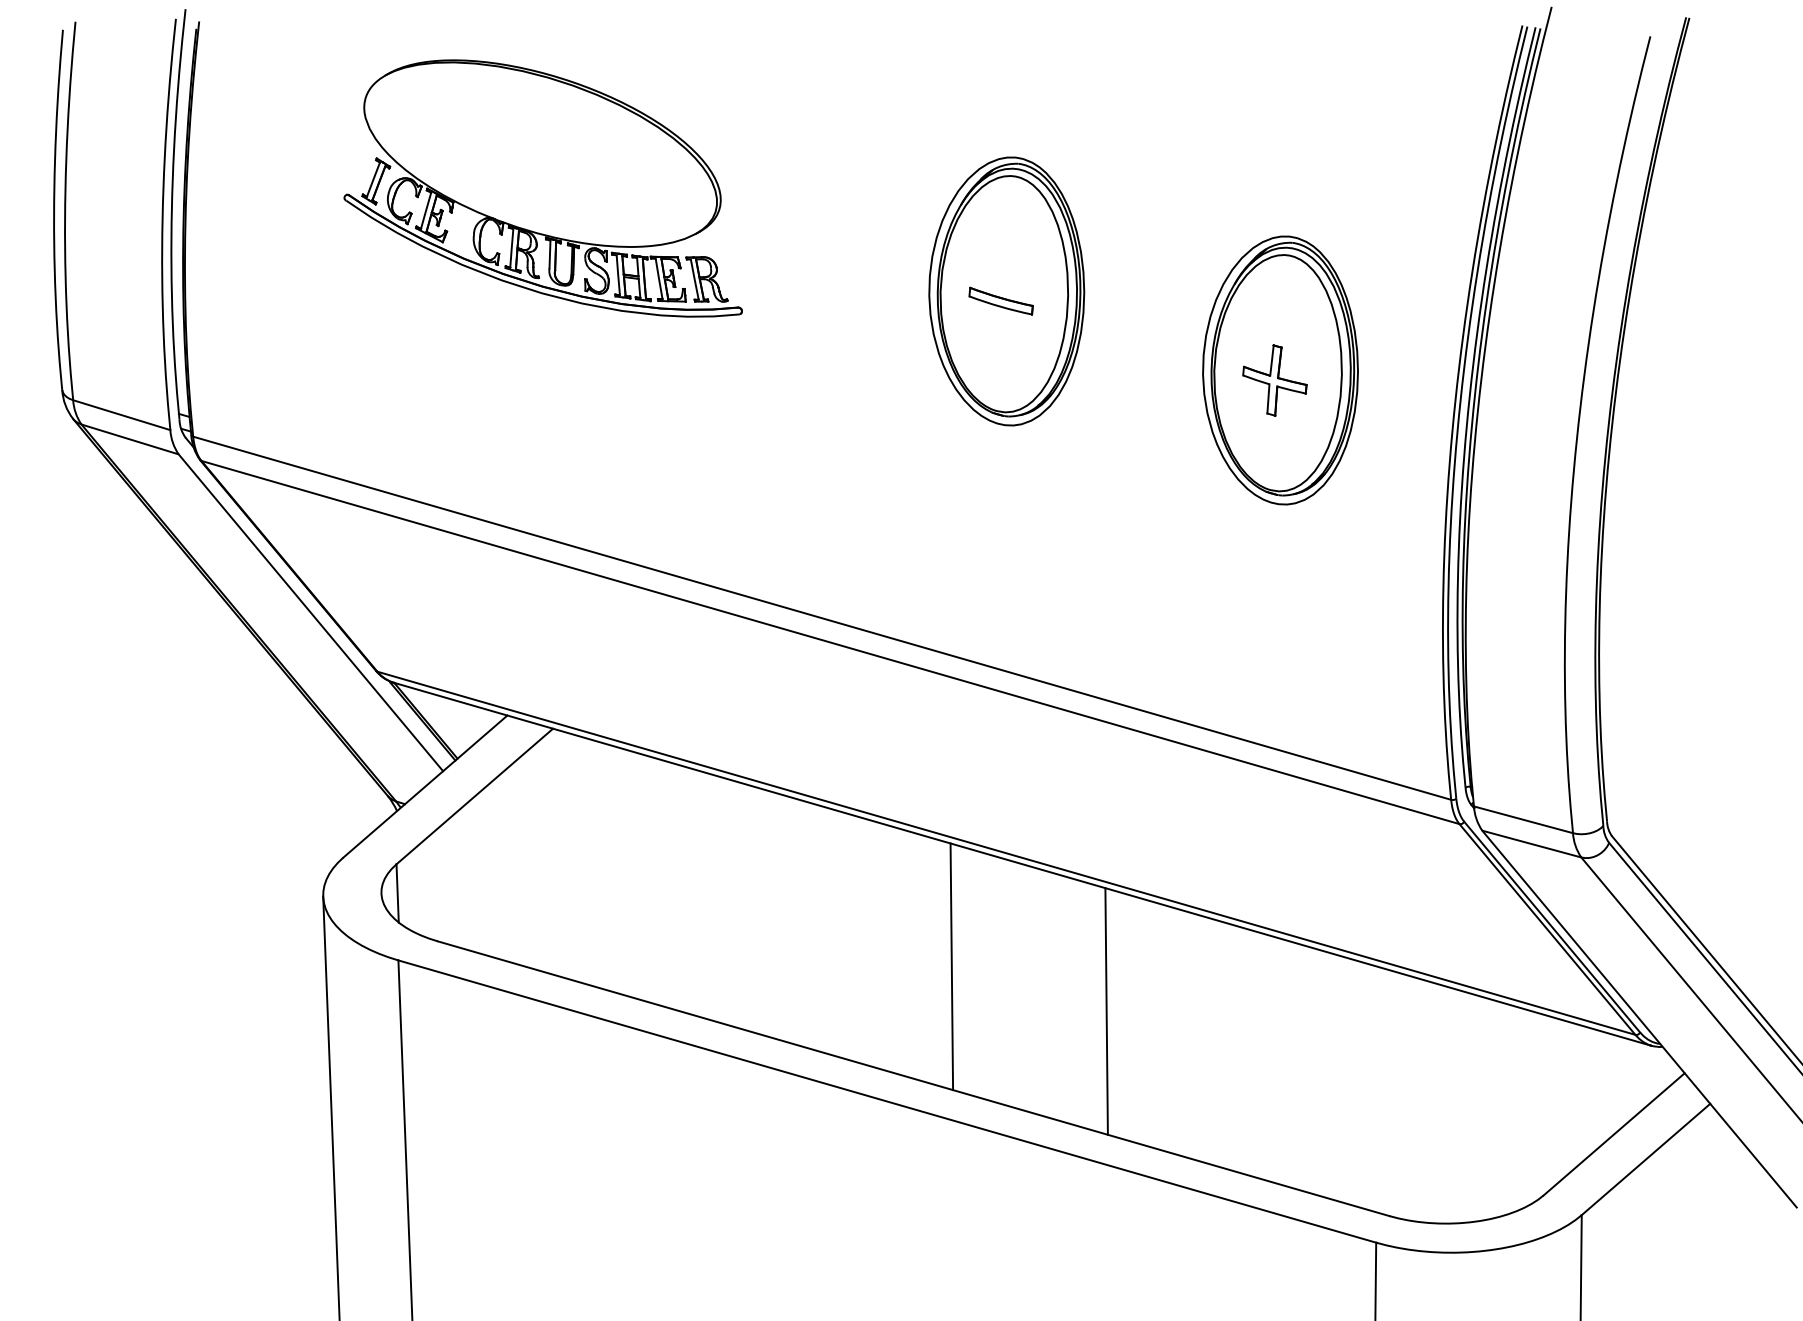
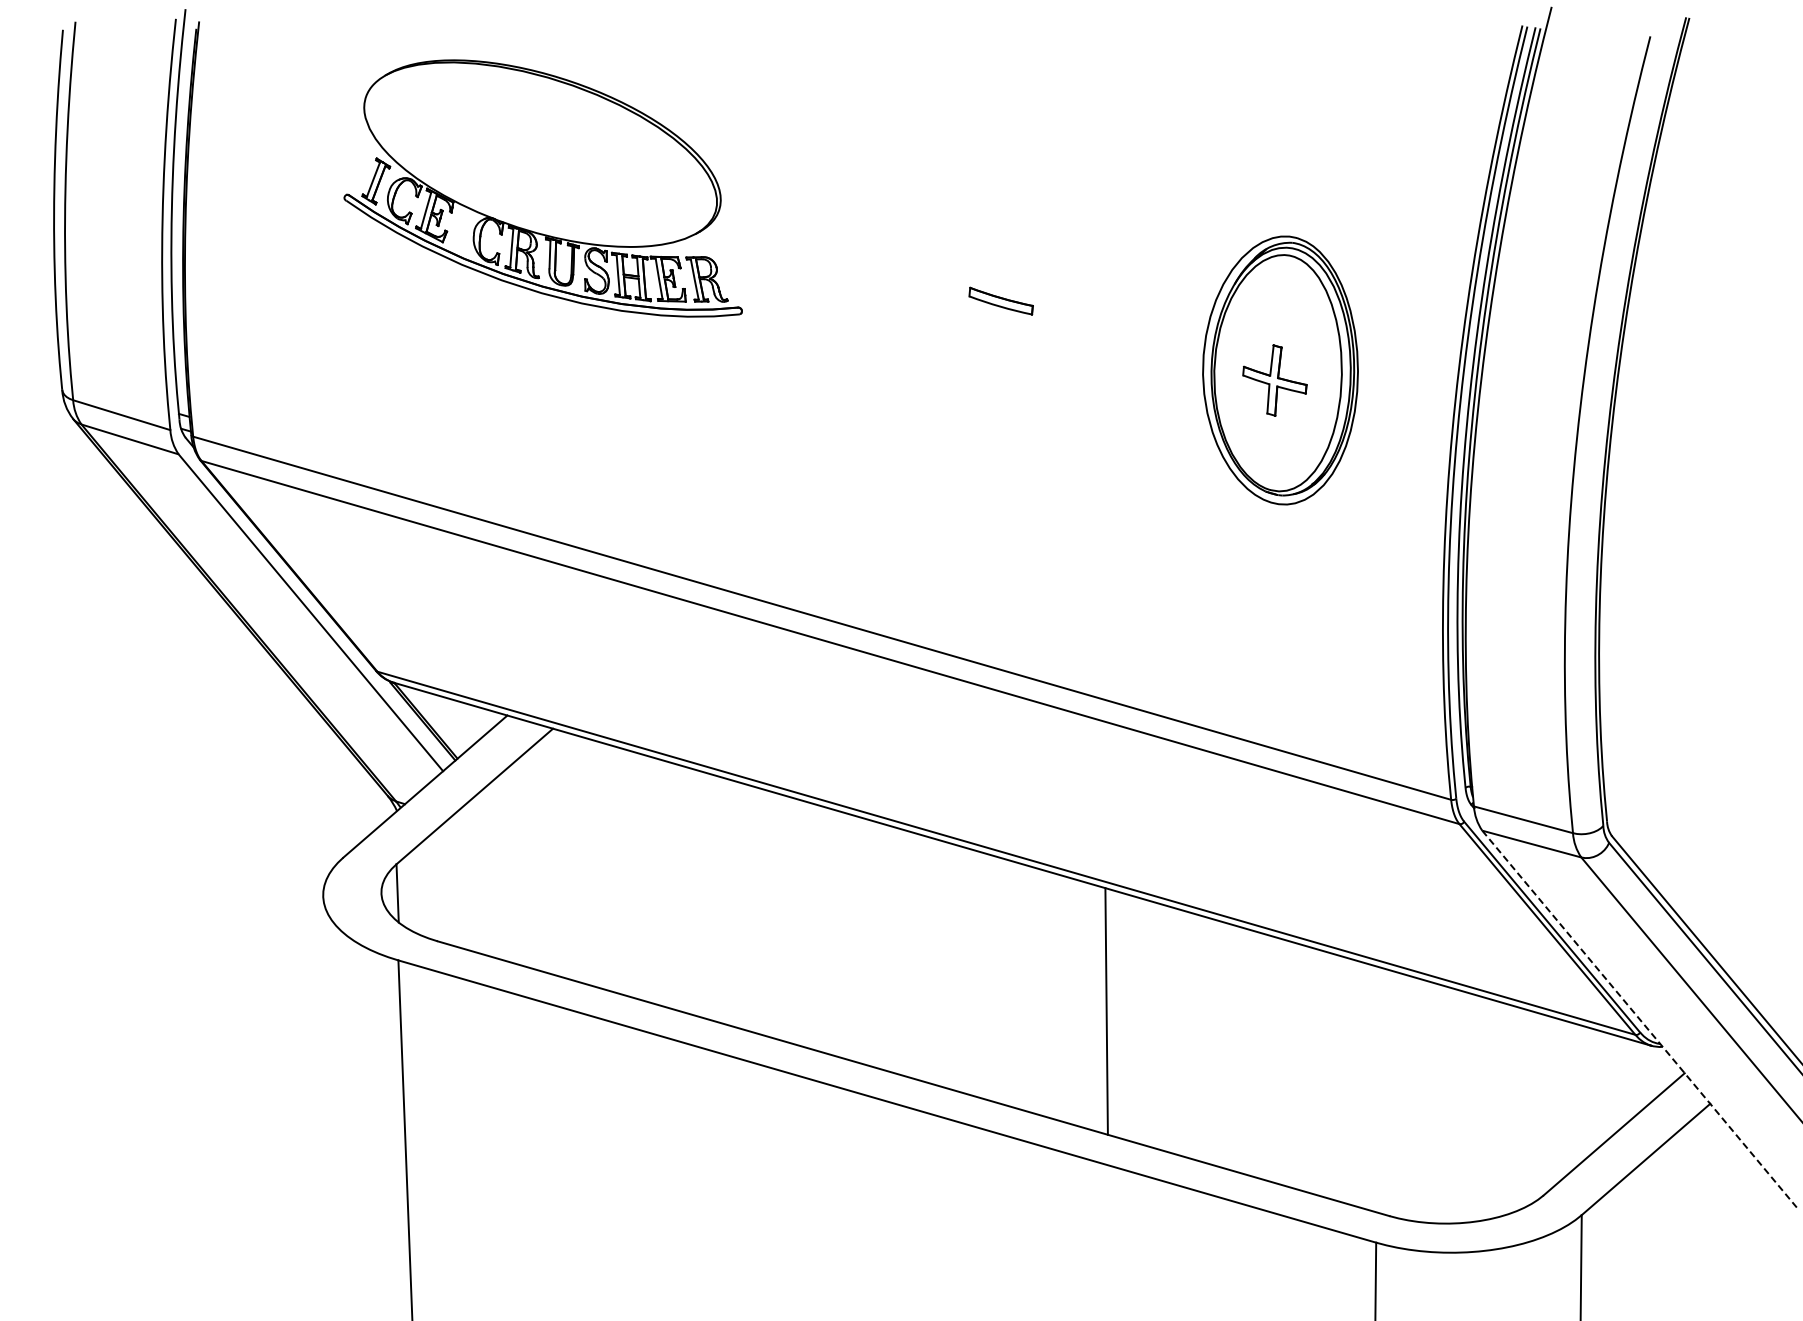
part at (1006, 291): present -> none
line at (951, 966): present -> none
line at (1639, 1019): solid -> dashed
line at (331, 1106): present -> none
